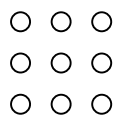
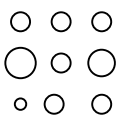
circle at (20, 62) diameter: 19 px -> 30 px
circle at (101, 62) size: 22x22 px -> 29x30 px
circle at (20, 103) size: 21x22 px -> 14x14 px
circle at (60, 103) position: (60, 103) -> (53, 103)
